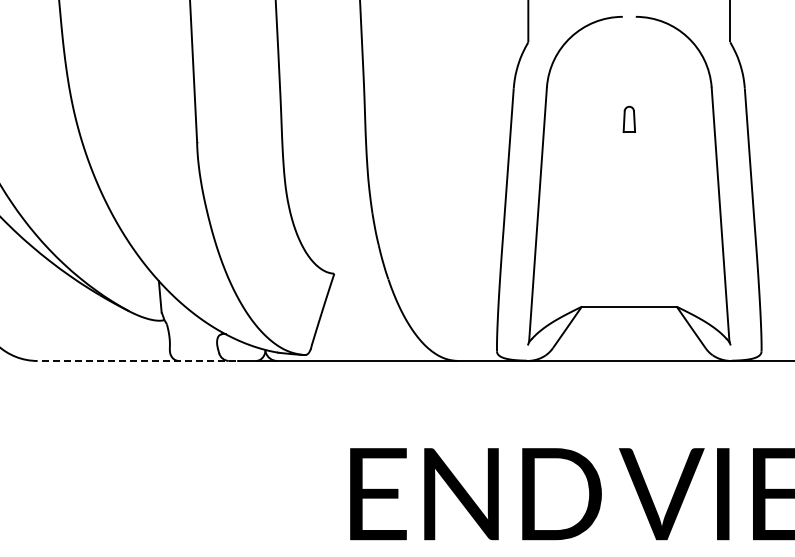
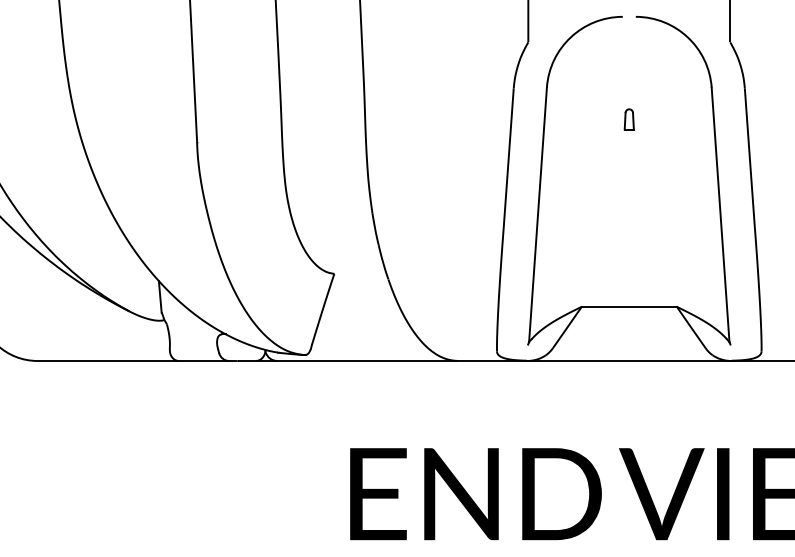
part at (628, 118) size: 14x28 px -> 12x23 px
line at (136, 360): dashed -> solid
